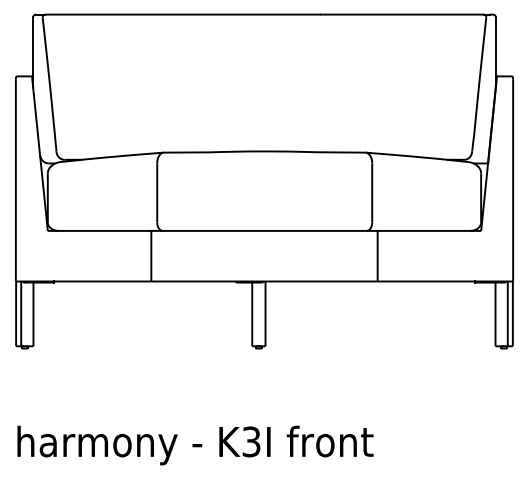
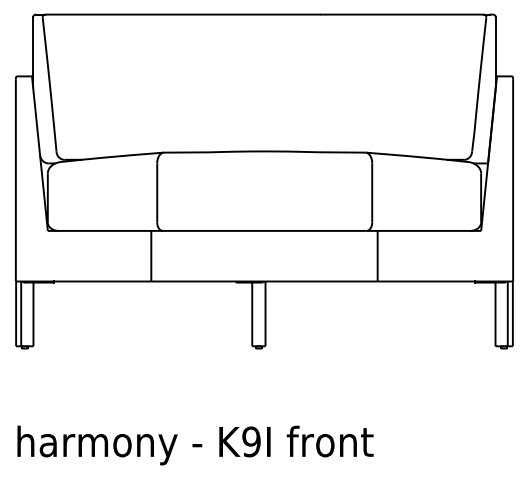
text at (251, 441): K3I -> K9I
